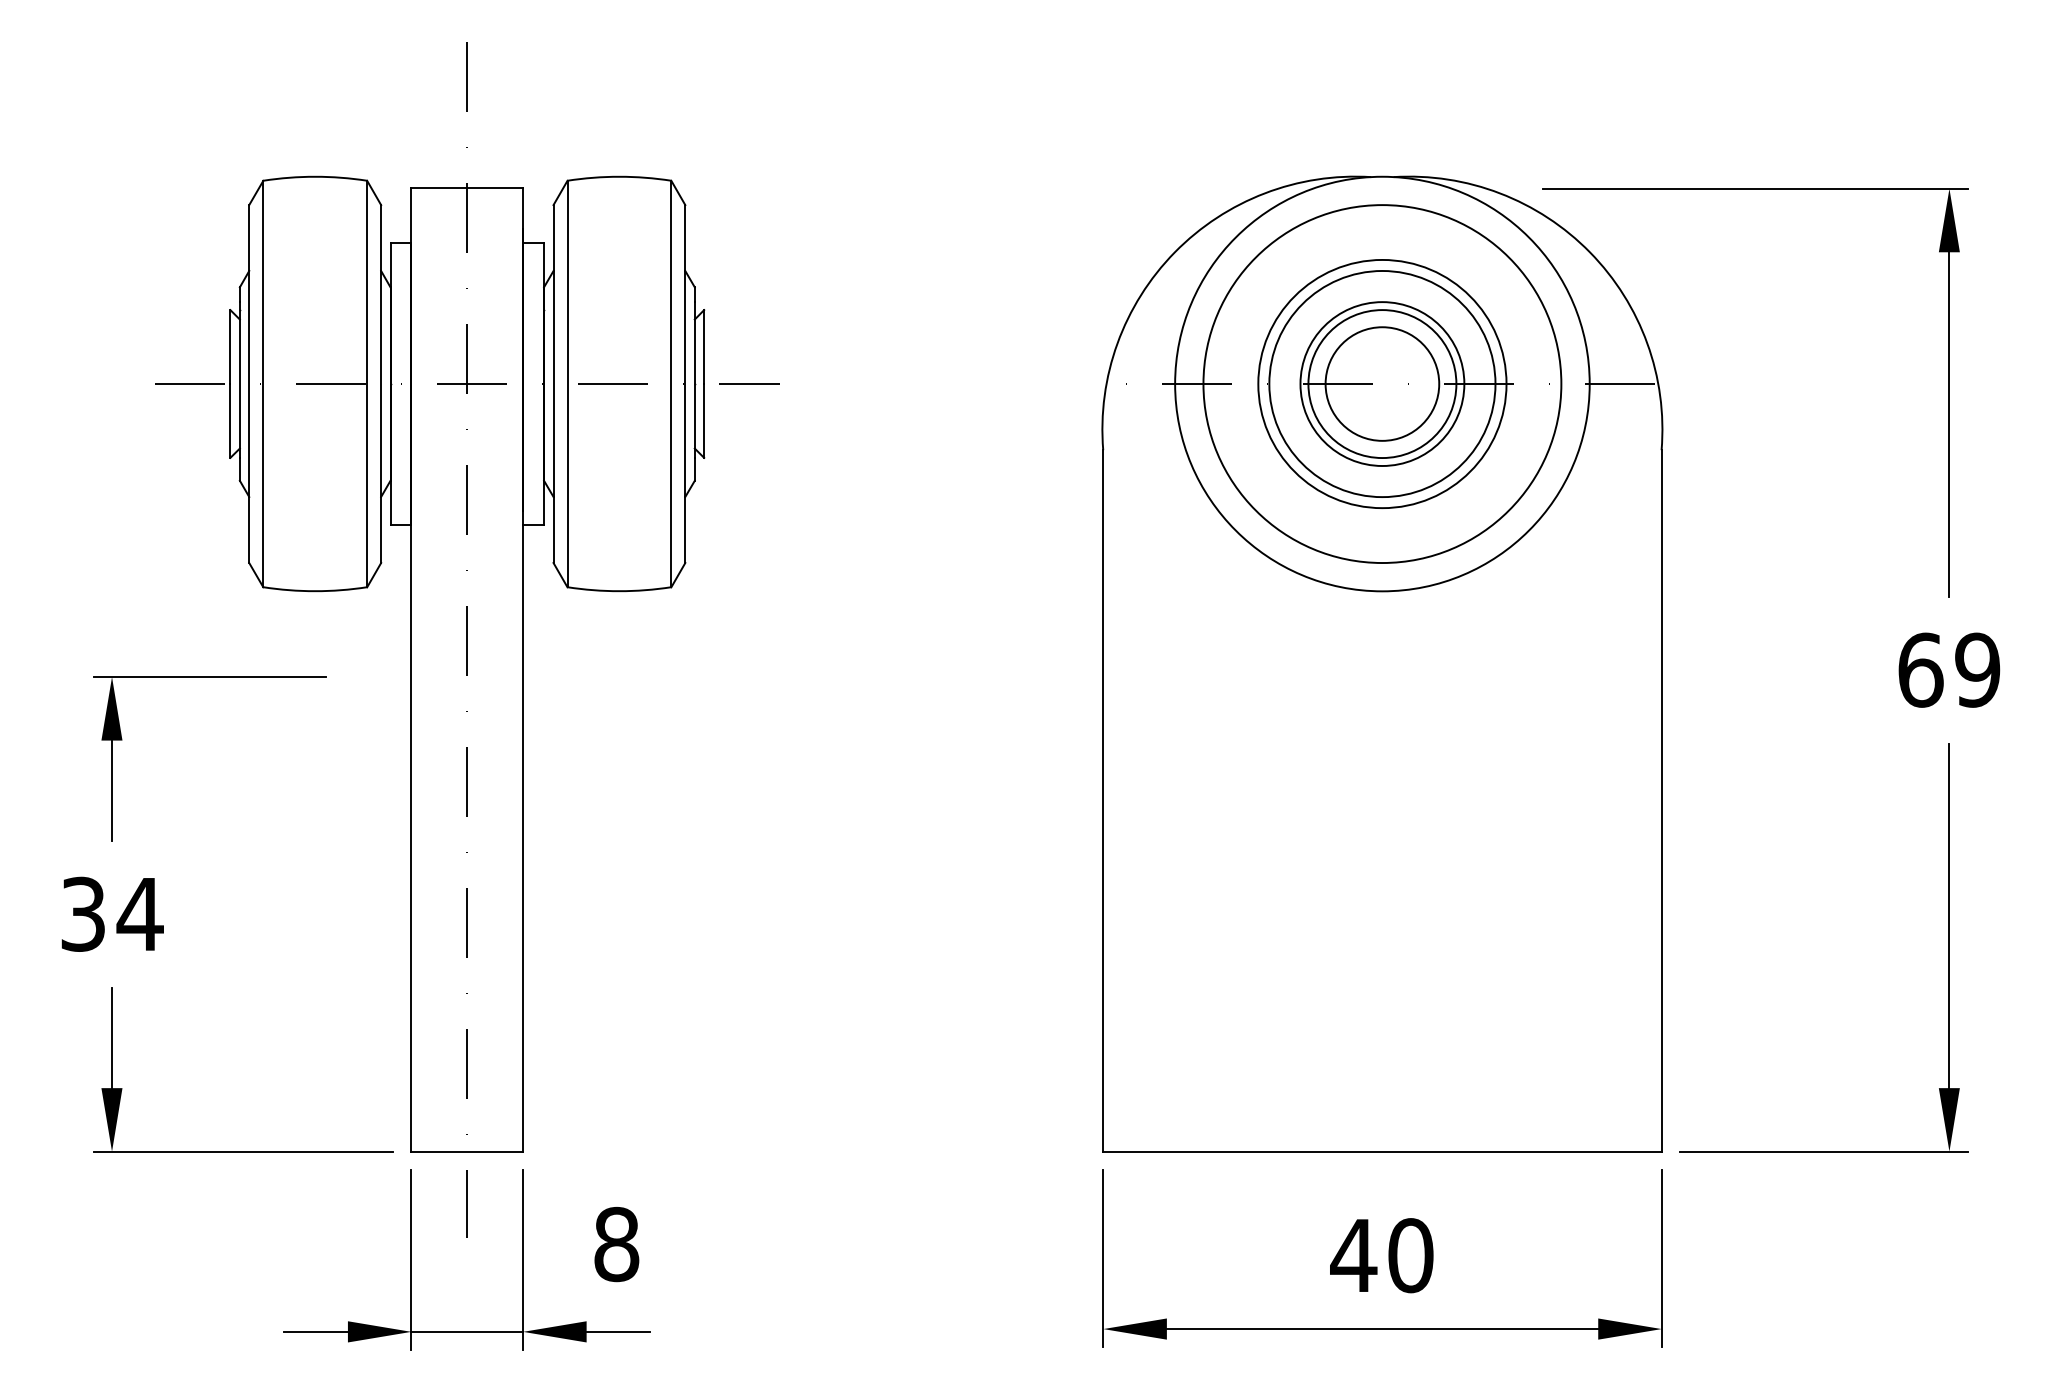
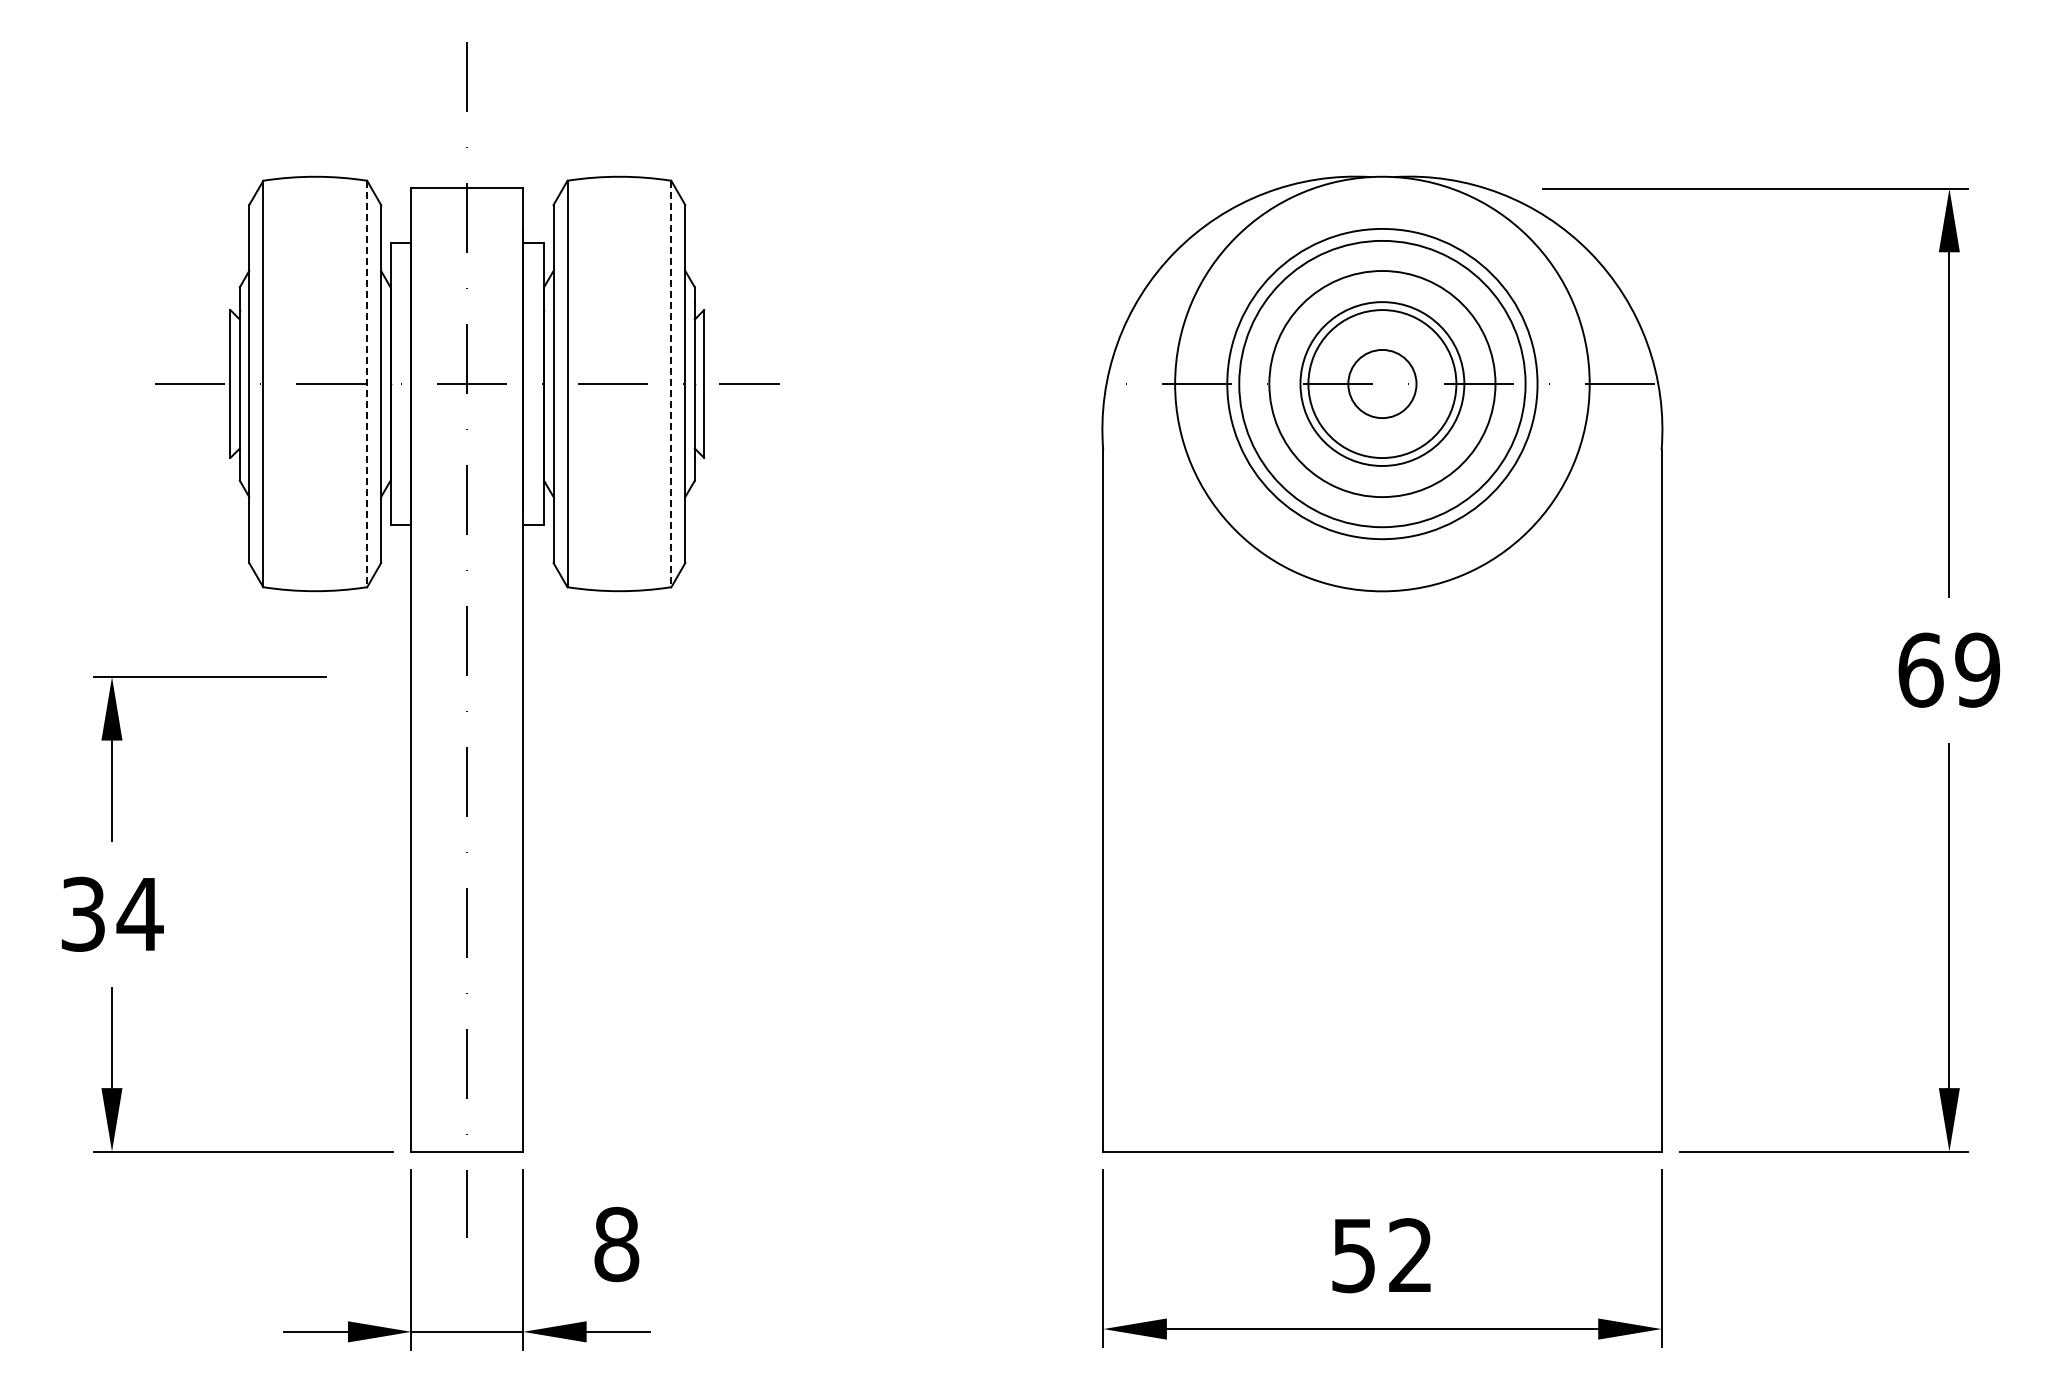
circle at (1382, 383) diameter: 114 px -> 68 px
circle at (1382, 383) diameter: 248 px -> 310 px
line at (367, 384): solid -> dashed
line at (671, 384): solid -> dashed
circle at (1382, 384) diameter: 358 px -> 286 px
text at (1381, 1255): 40 -> 52
